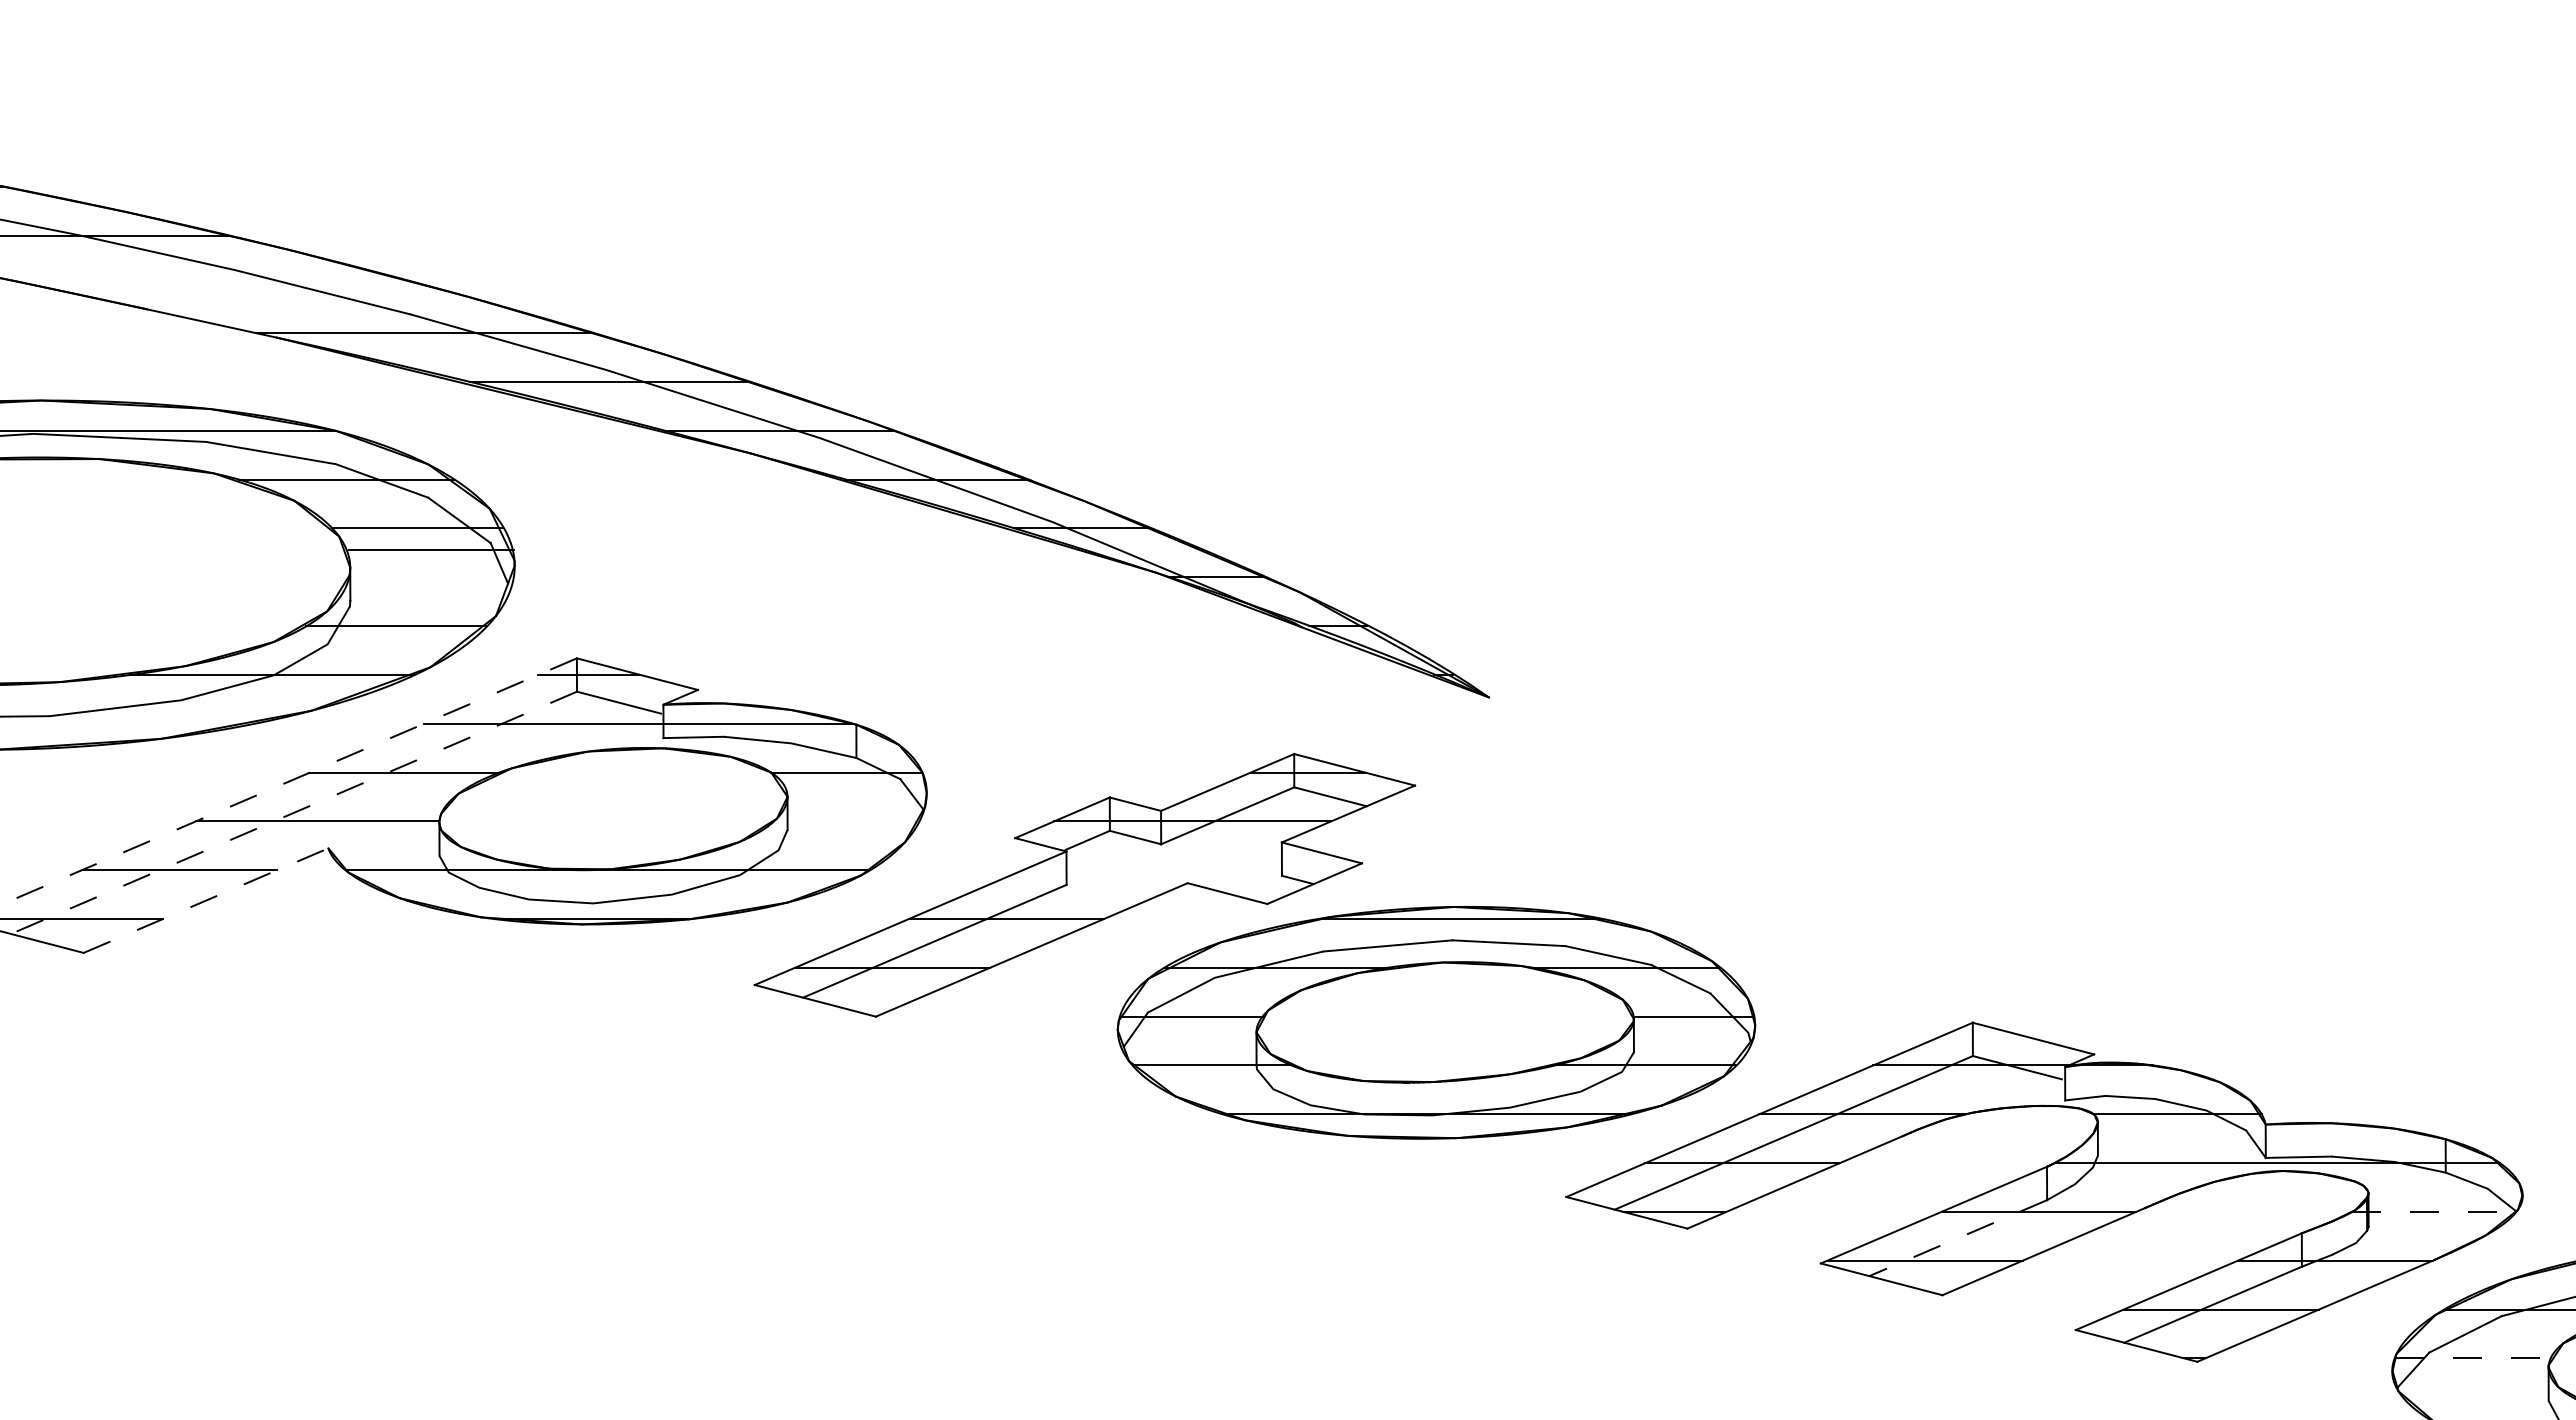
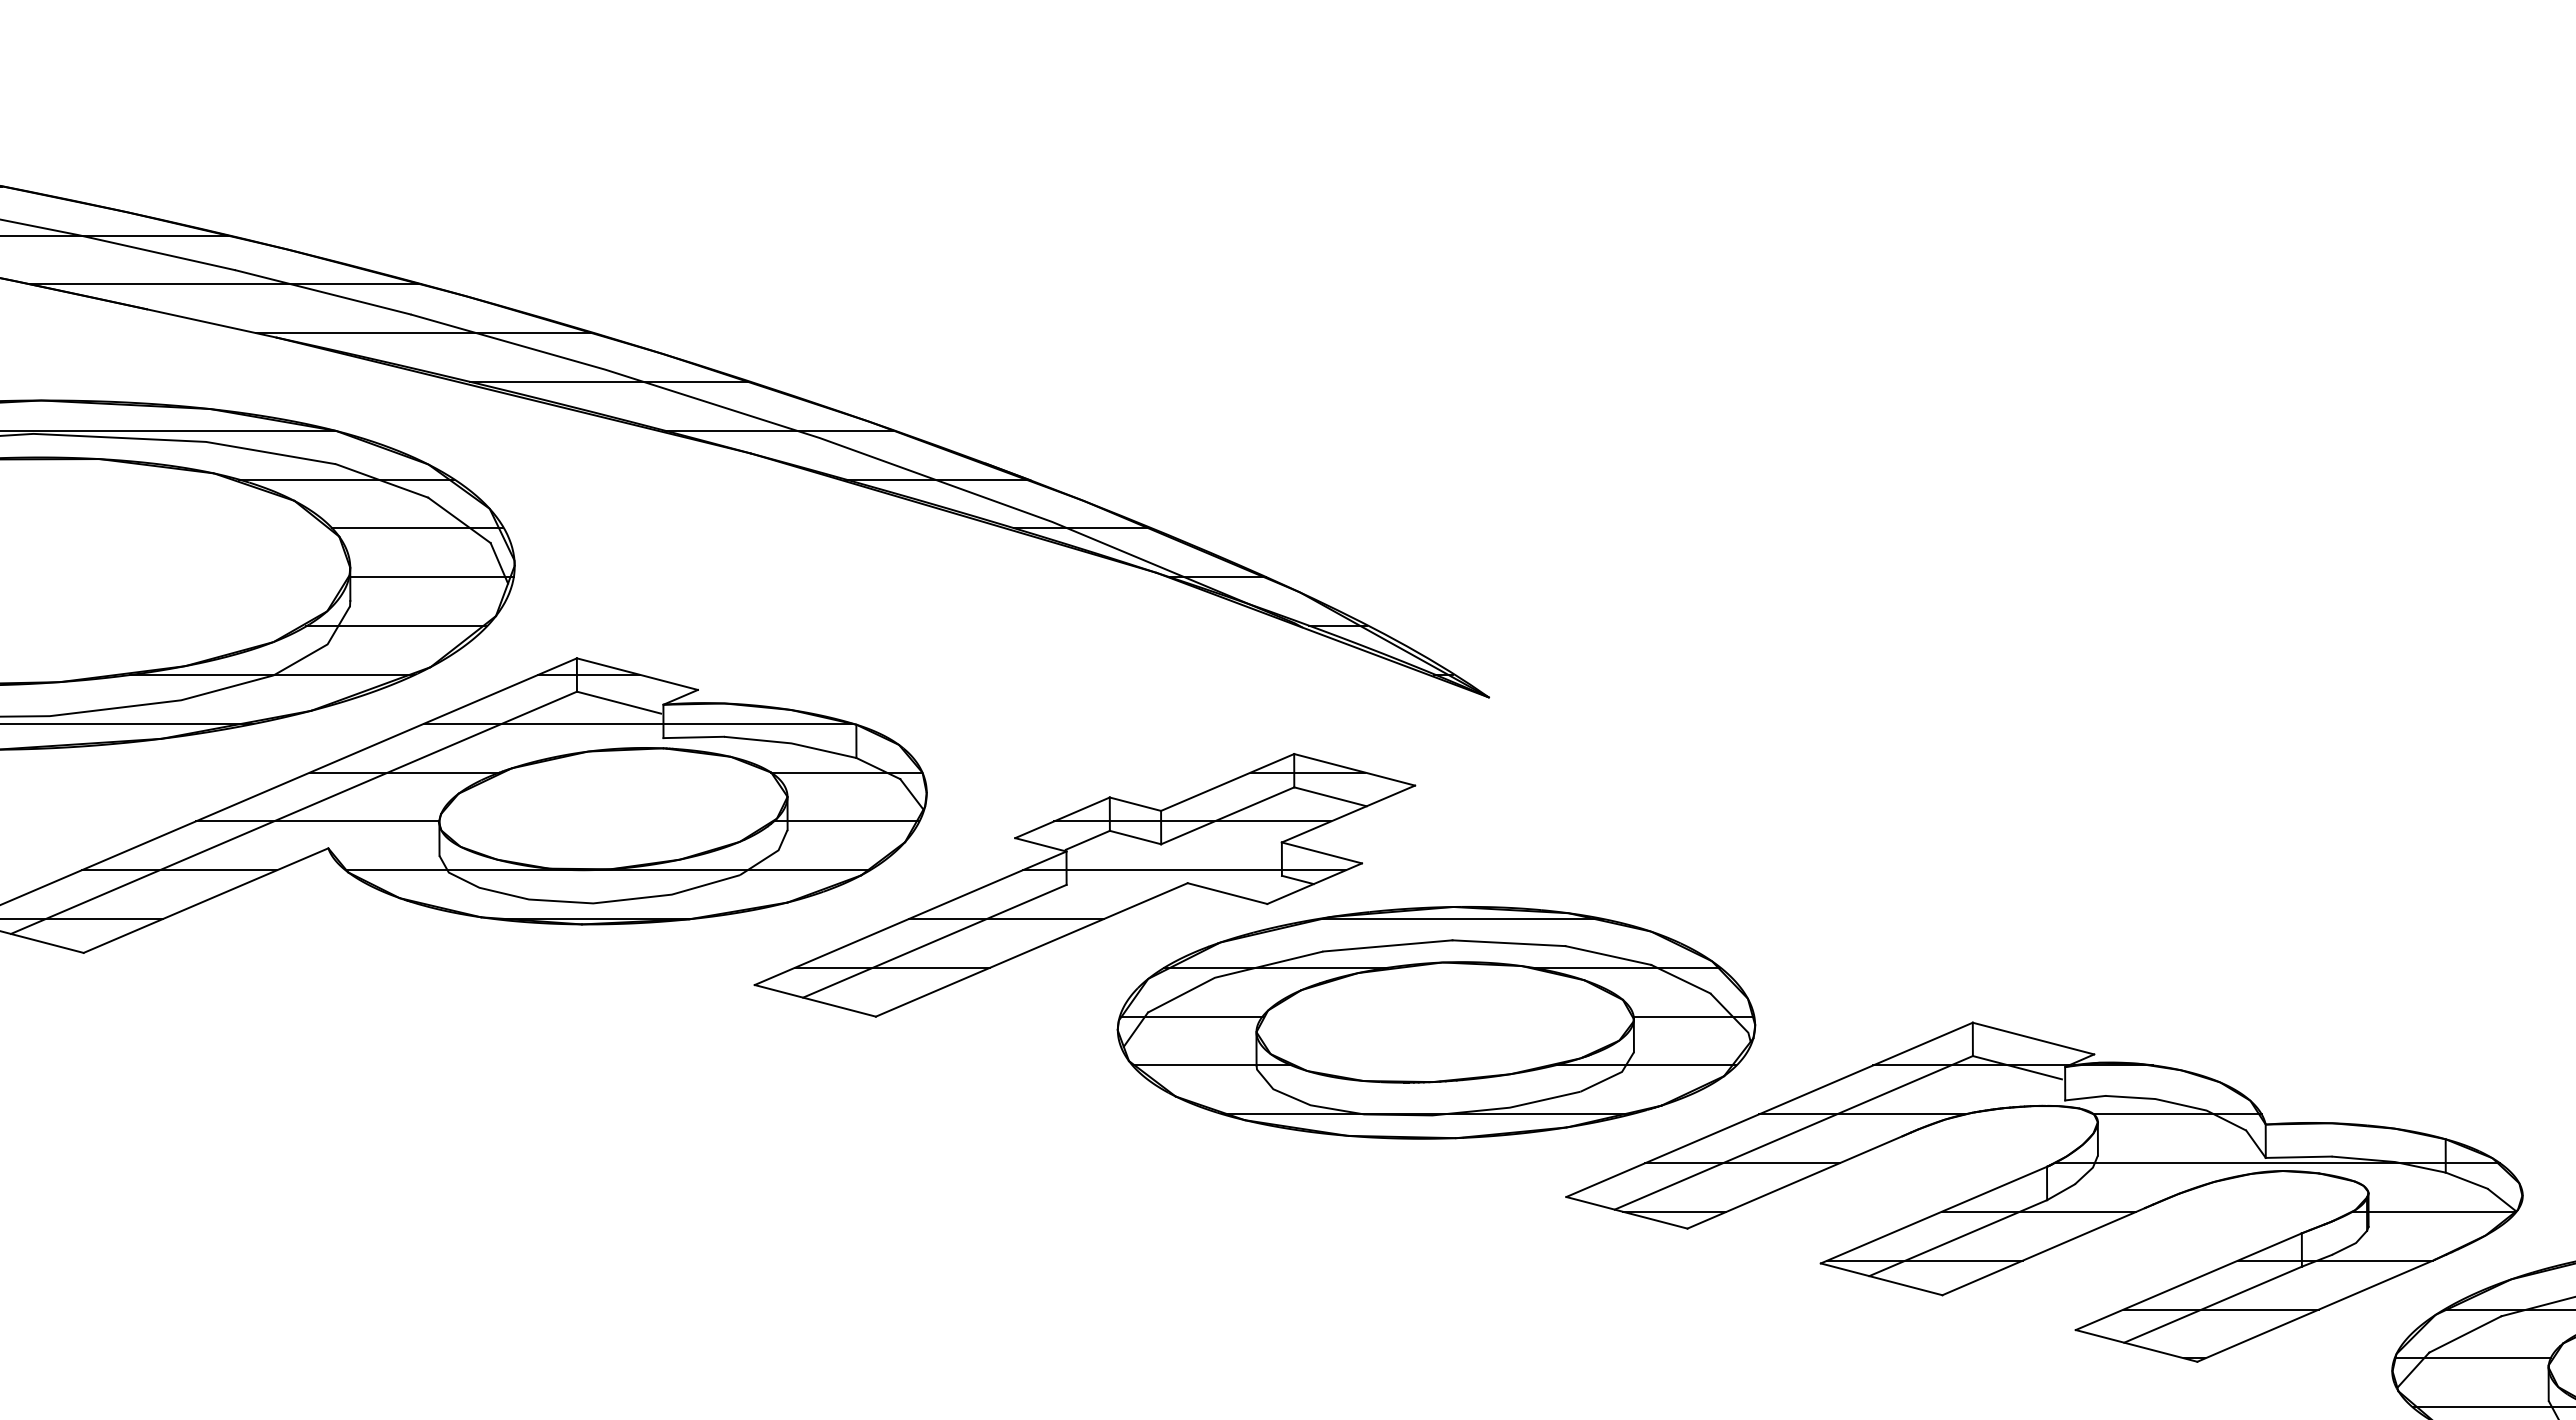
line at (225, 284): none -> present
line at (430, 550) position: (430, 550) -> (430, 577)
line at (127, 723): none -> present
line at (288, 781): dashed -> solid
line at (293, 812): dashed -> solid
line at (846, 821): none -> present
line at (1184, 870): none -> present
line at (206, 900): dashed -> solid
line at (2434, 1211): dashed -> solid
line at (1958, 1238): dashed -> solid
line at (2473, 1358): dashed -> solid
line at (2492, 1407): none -> present
